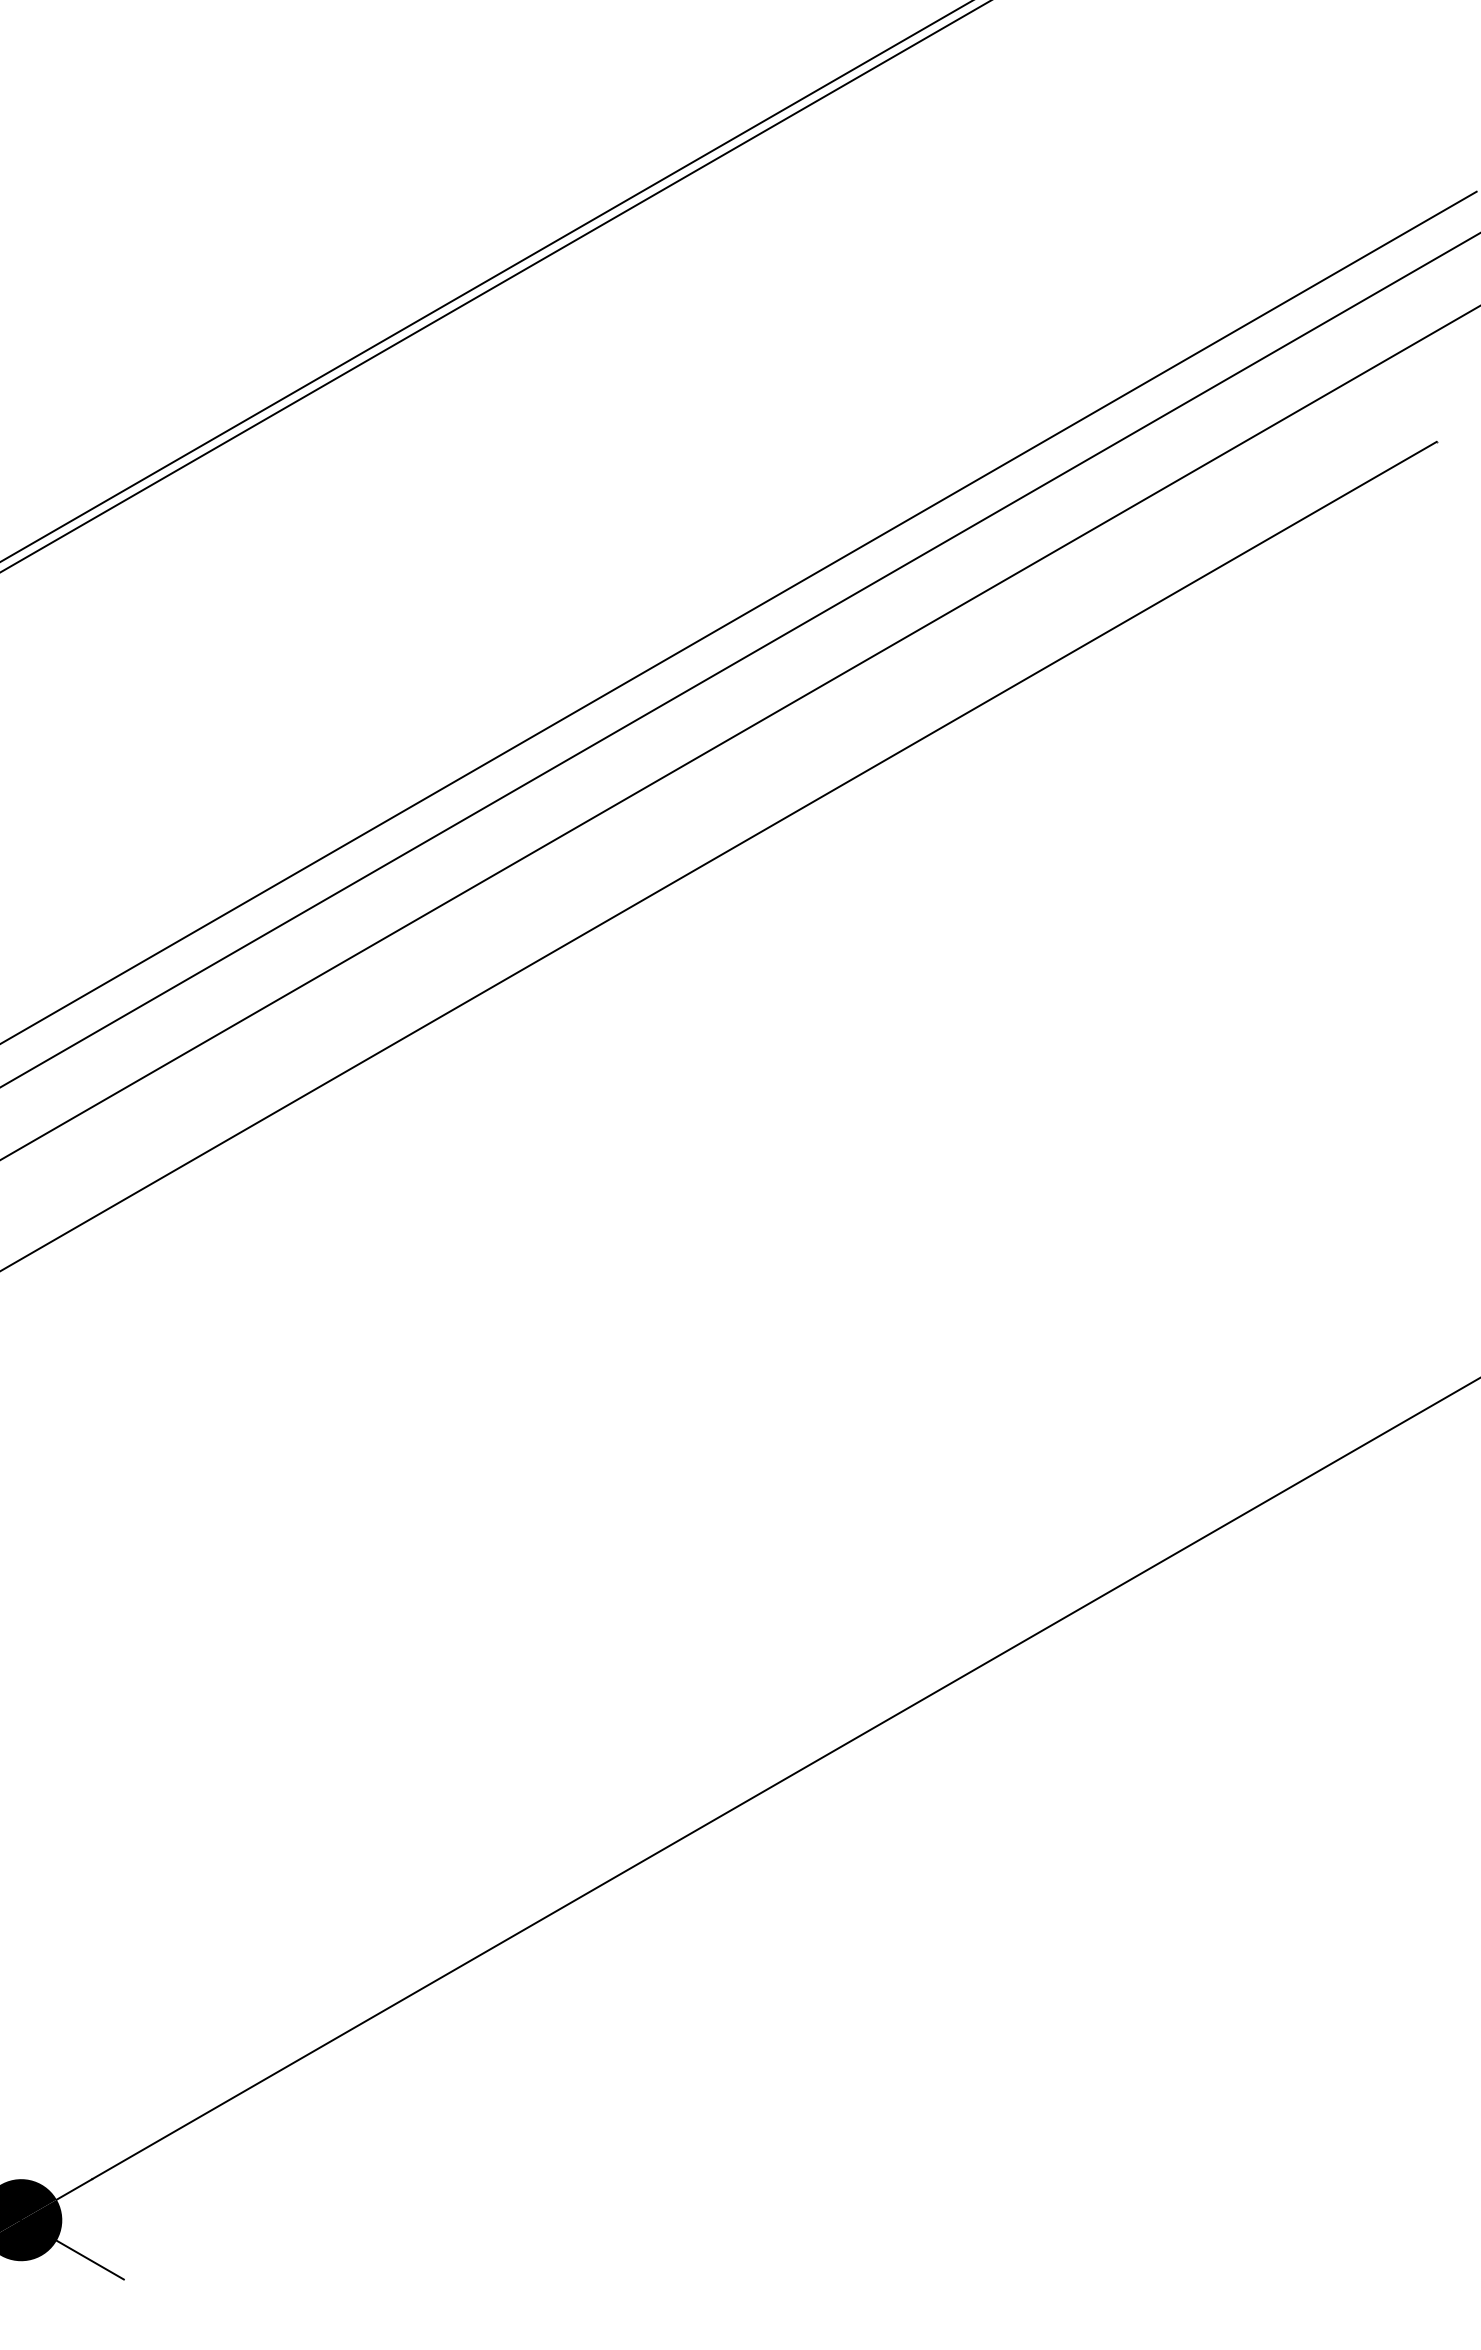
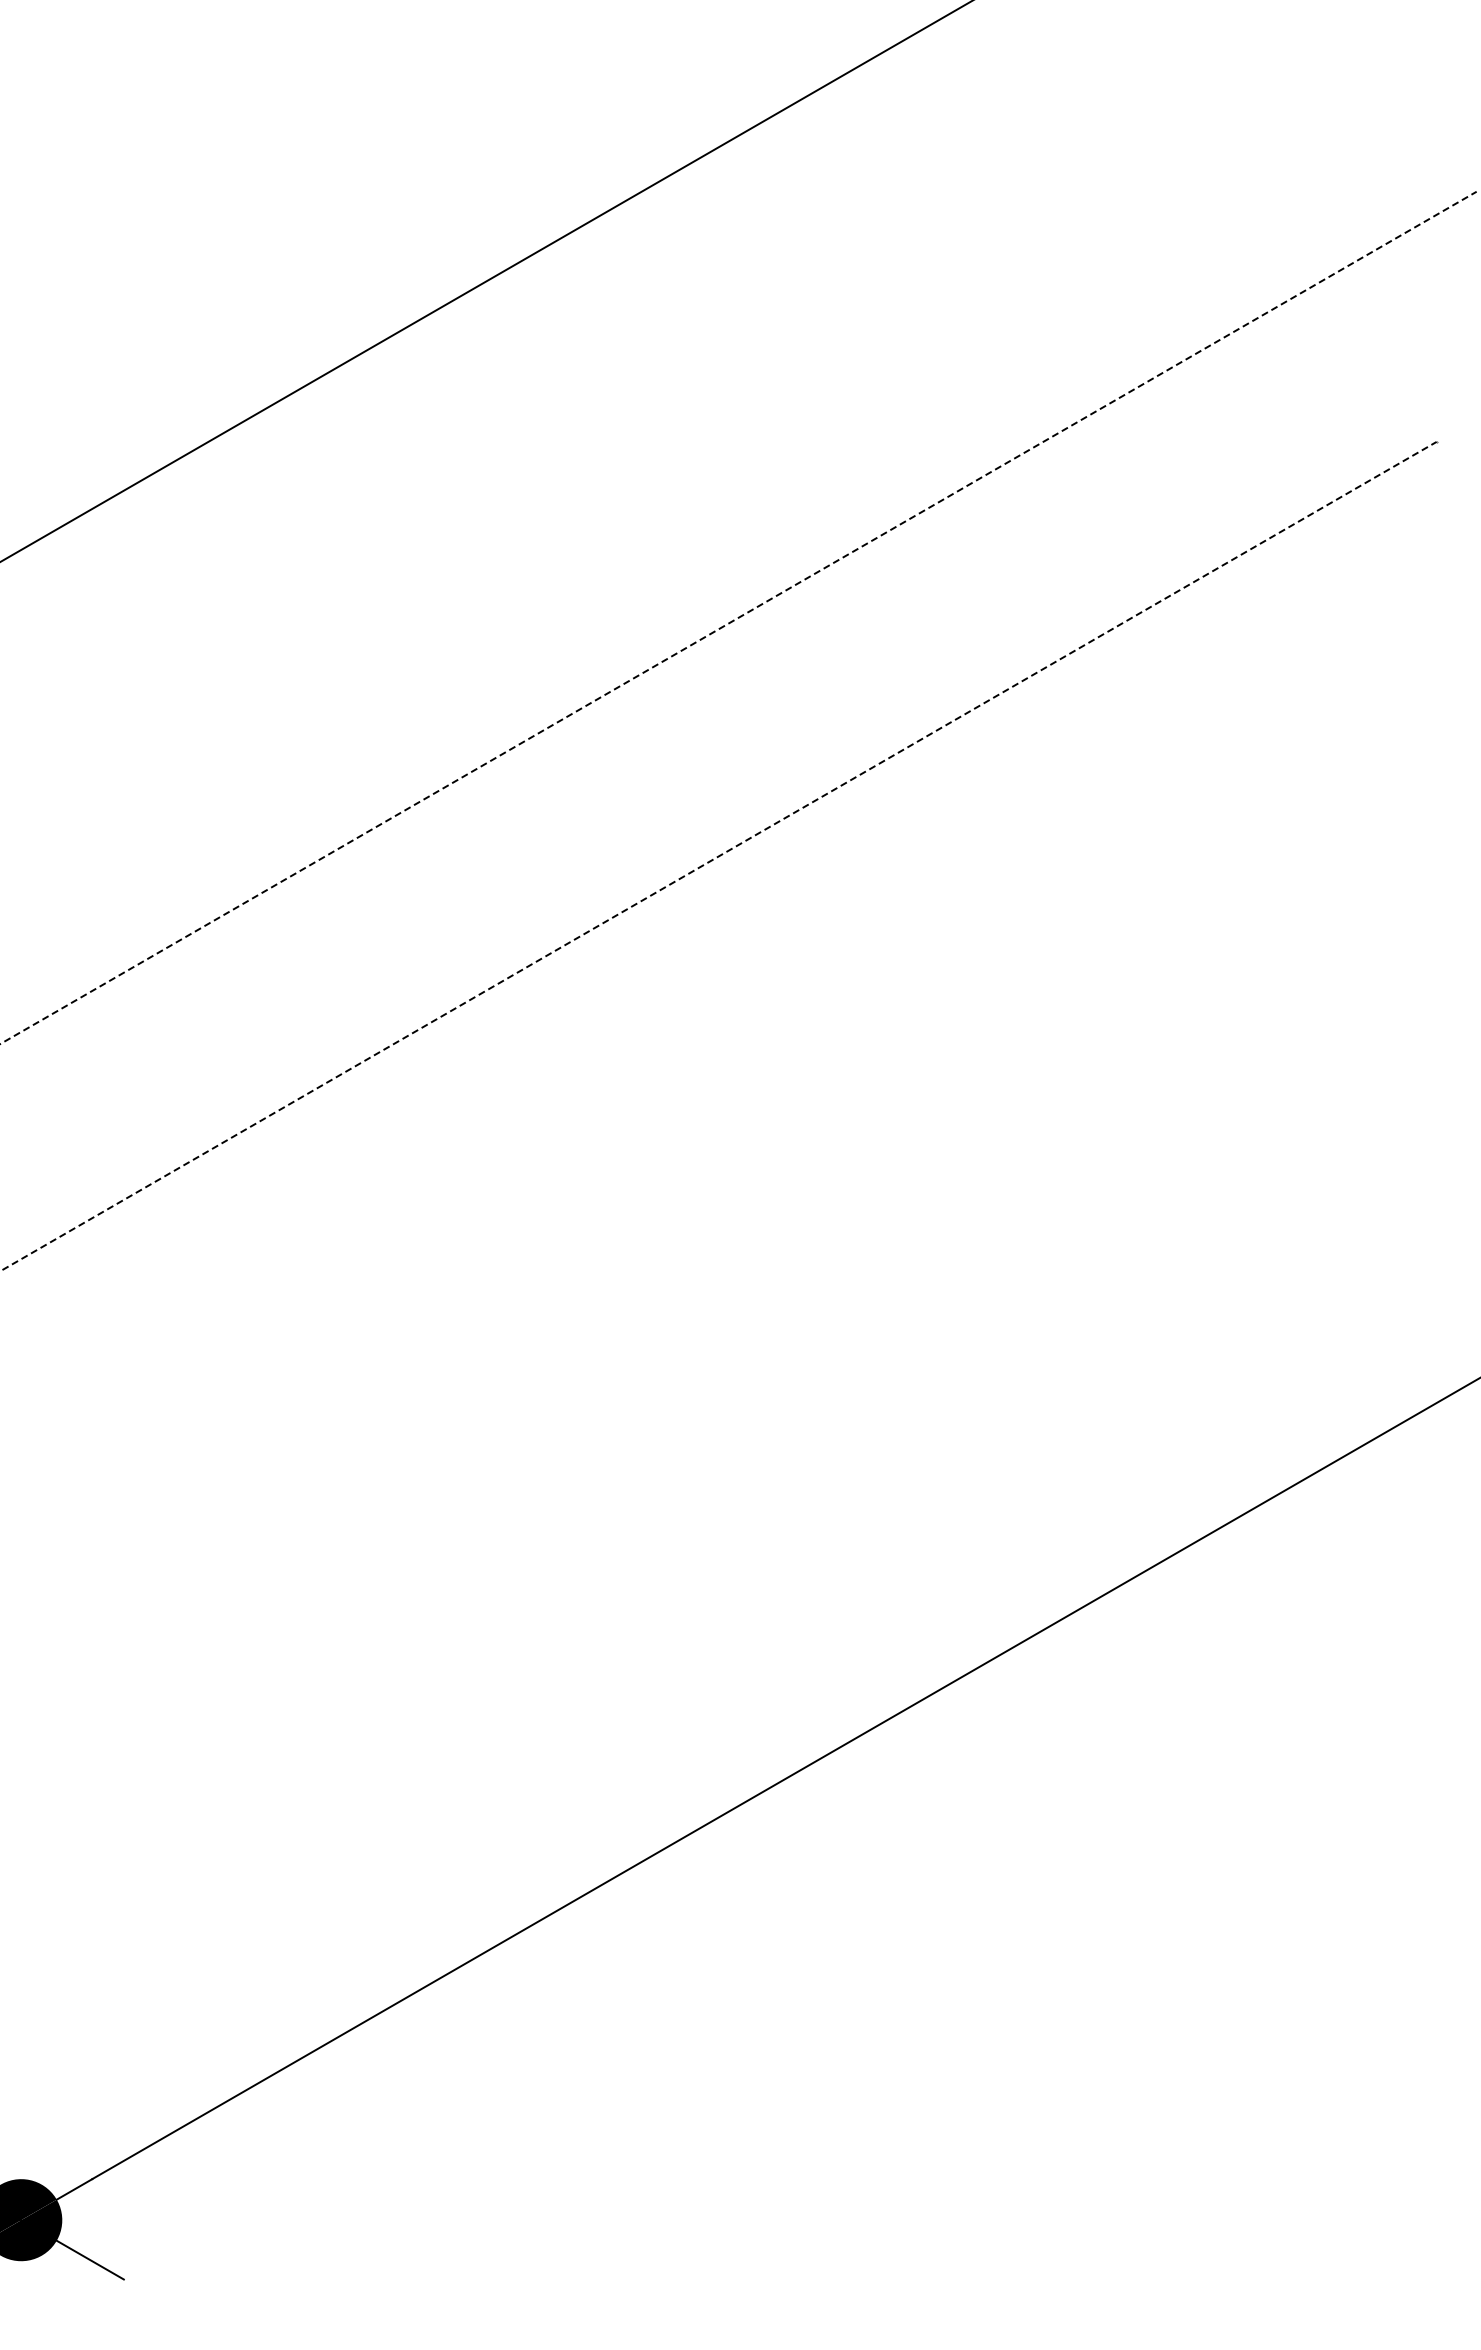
line at (494, 286): present -> none
line at (739, 617): solid -> dashed
line at (739, 660): present -> none
line at (739, 733): present -> none
line at (718, 856): solid -> dashed
